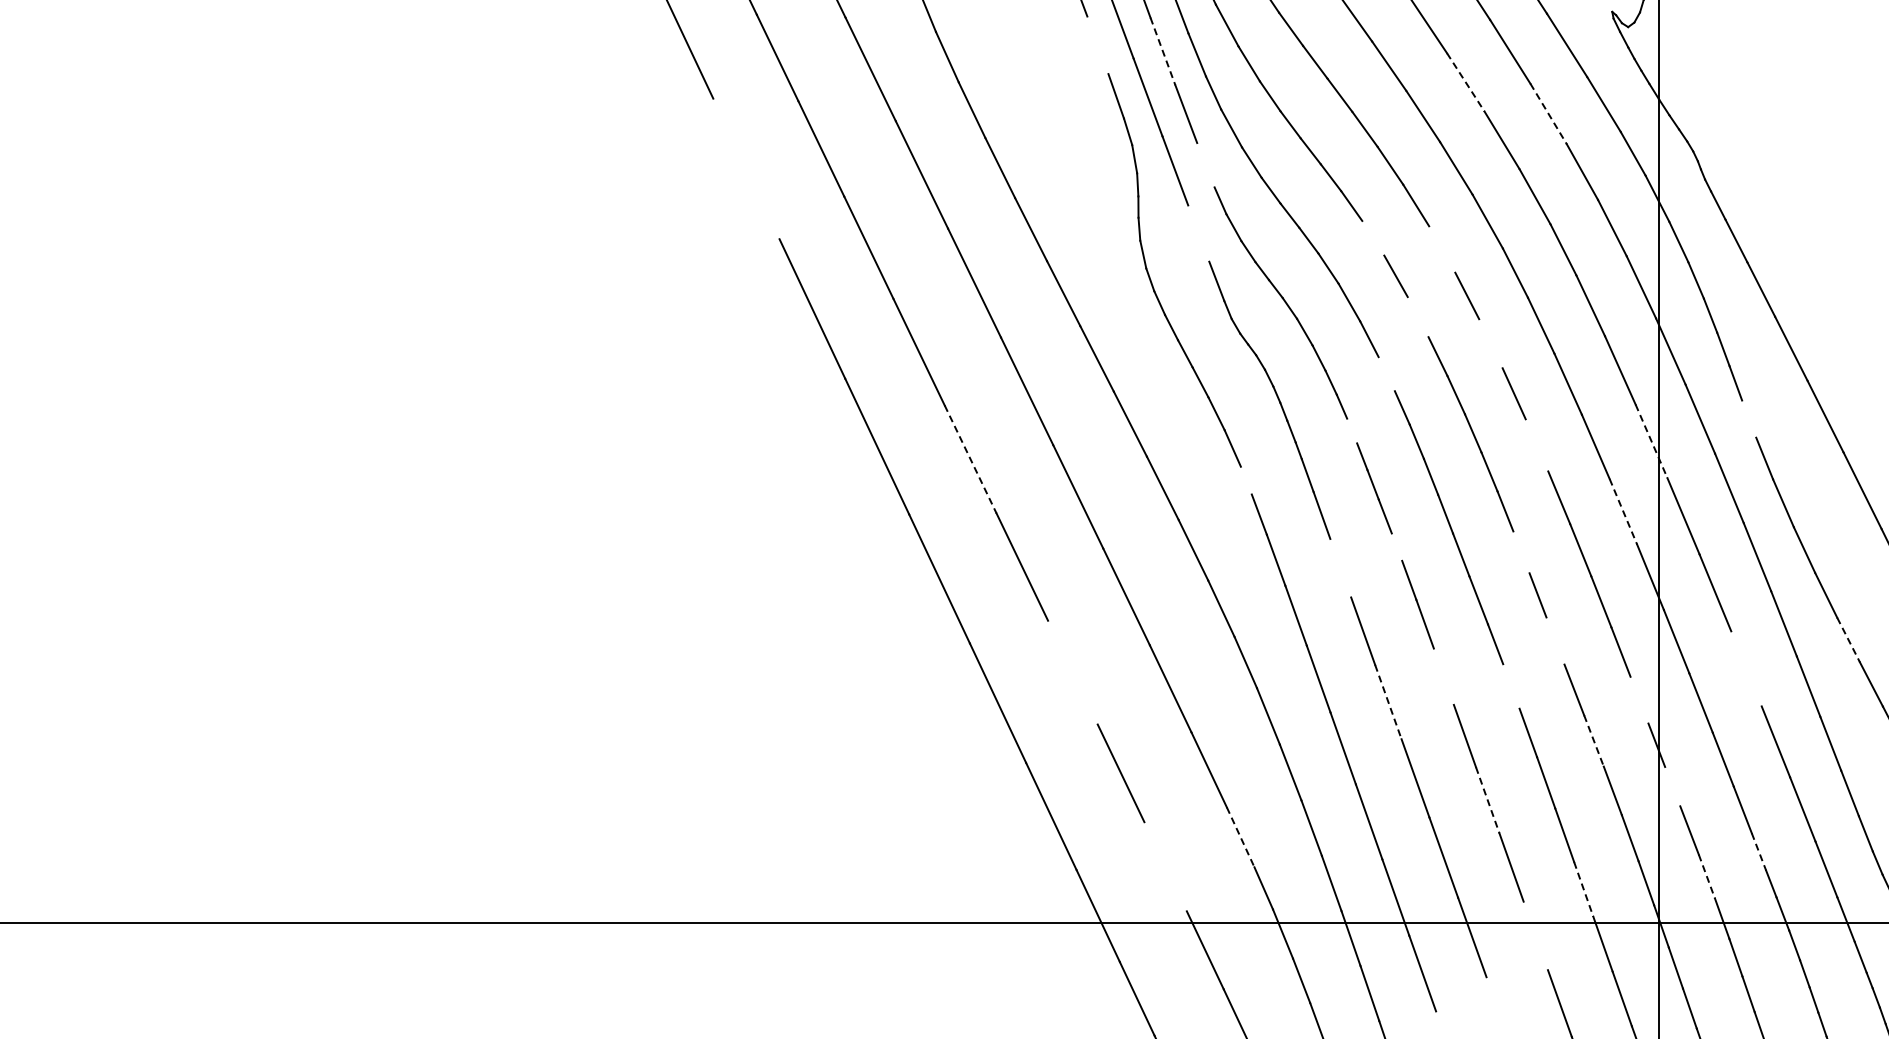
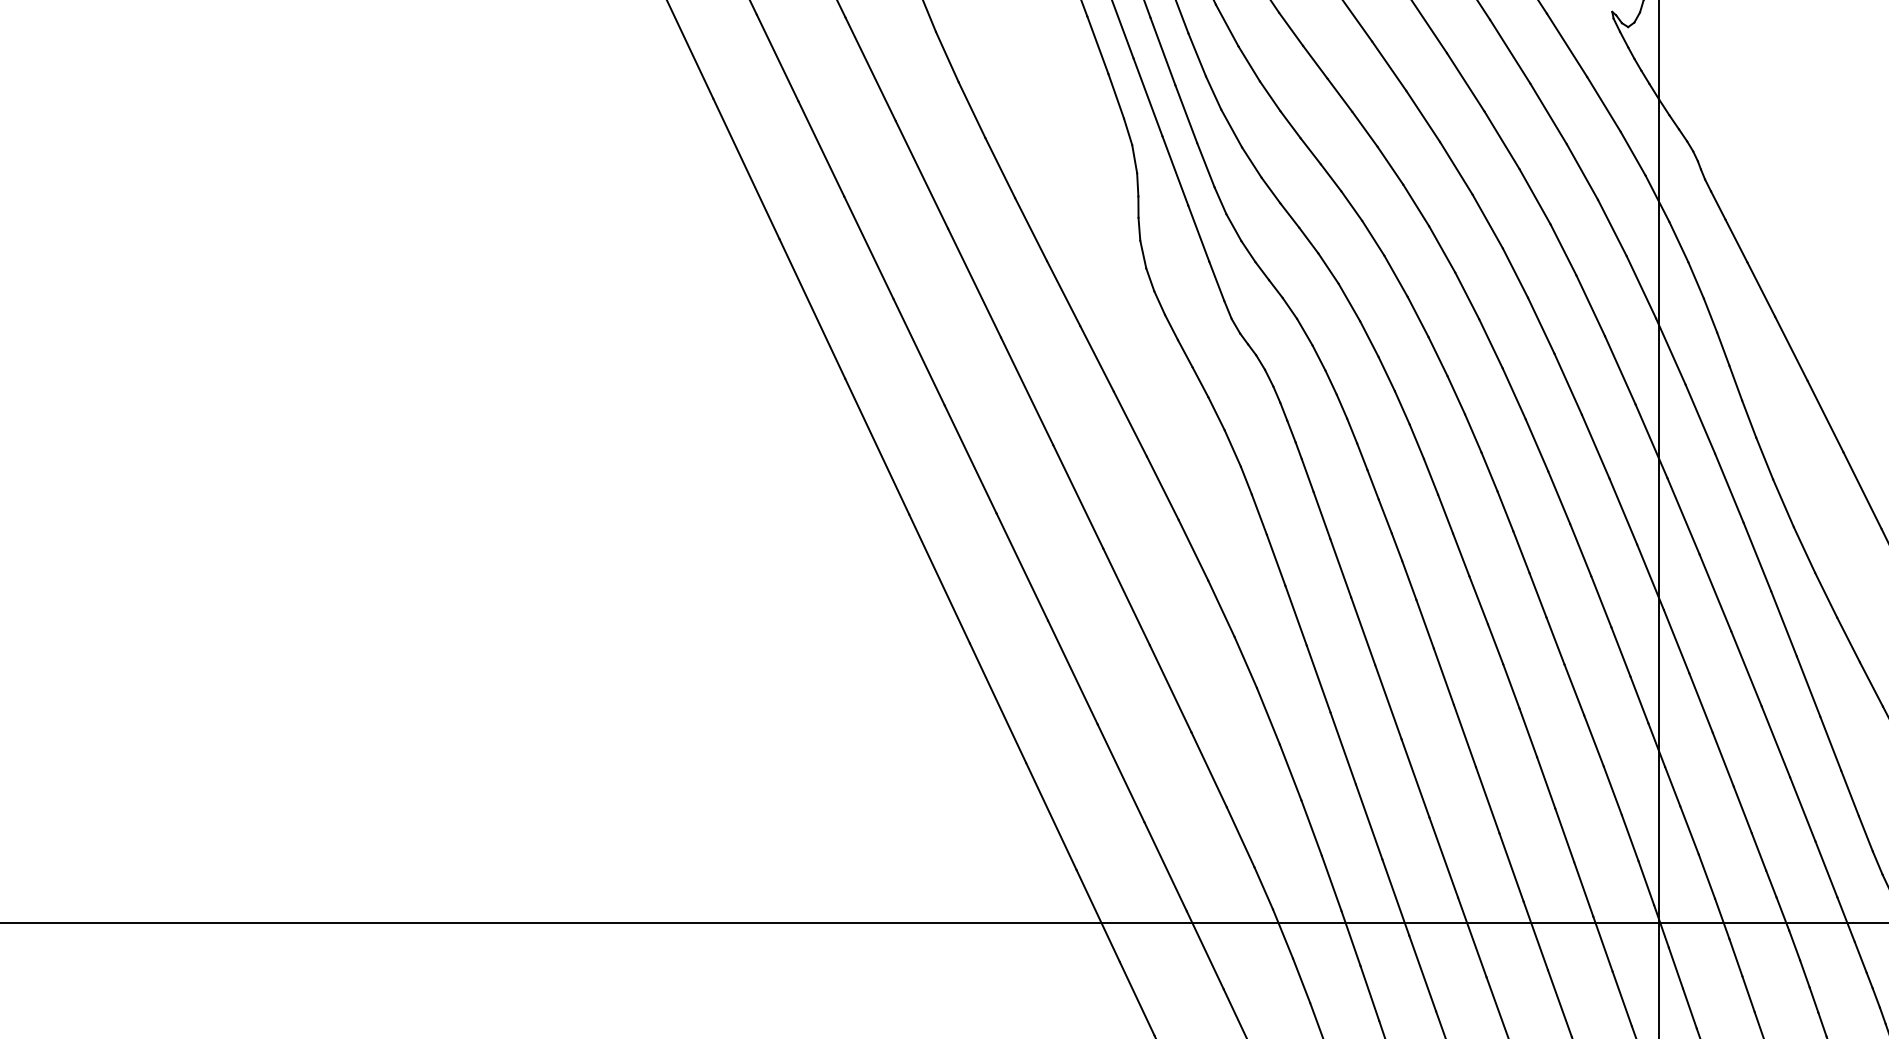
line at (1097, 45): none -> present
line at (1162, 51): dashed -> solid
line at (1465, 82): dashed -> solid
line at (1548, 114): dashed -> solid
line at (1205, 165): none -> present
line at (746, 168): none -> present
line at (1198, 233): none -> present
line at (1373, 237): none -> present
line at (1442, 249): none -> present
line at (1417, 317): none -> present
line at (1490, 343): none -> present
line at (1386, 374): none -> present
line at (1749, 418): none -> present
line at (1352, 430): none -> present
line at (1651, 441): dashed -> solid
line at (1536, 445): none -> present
line at (970, 459): dashed -> solid
line at (1245, 480): none -> present
line at (1623, 511): dashed -> solid
line at (1396, 546): none -> present
line at (1521, 552): none -> present
line at (1340, 567): none -> present
line at (1848, 639): dashed -> solid
line at (1555, 640): none -> present
line at (1746, 668): none -> present
line at (1072, 672): none -> present
line at (1443, 676): none -> present
line at (1511, 686): none -> present
line at (1639, 699): none -> present
line at (1388, 702): dashed -> solid
line at (1594, 741): dashed -> solid
line at (1672, 786): none -> present
line at (1487, 800): dashed -> solid
line at (1240, 837): dashed -> solid
line at (1759, 852): dashed -> solid
line at (1165, 866): none -> present
line at (1707, 877): dashed -> solid
line at (1583, 889): dashed -> solid
line at (1535, 935): none -> present
line at (1496, 1006): none -> present
line at (1440, 1023): none -> present
